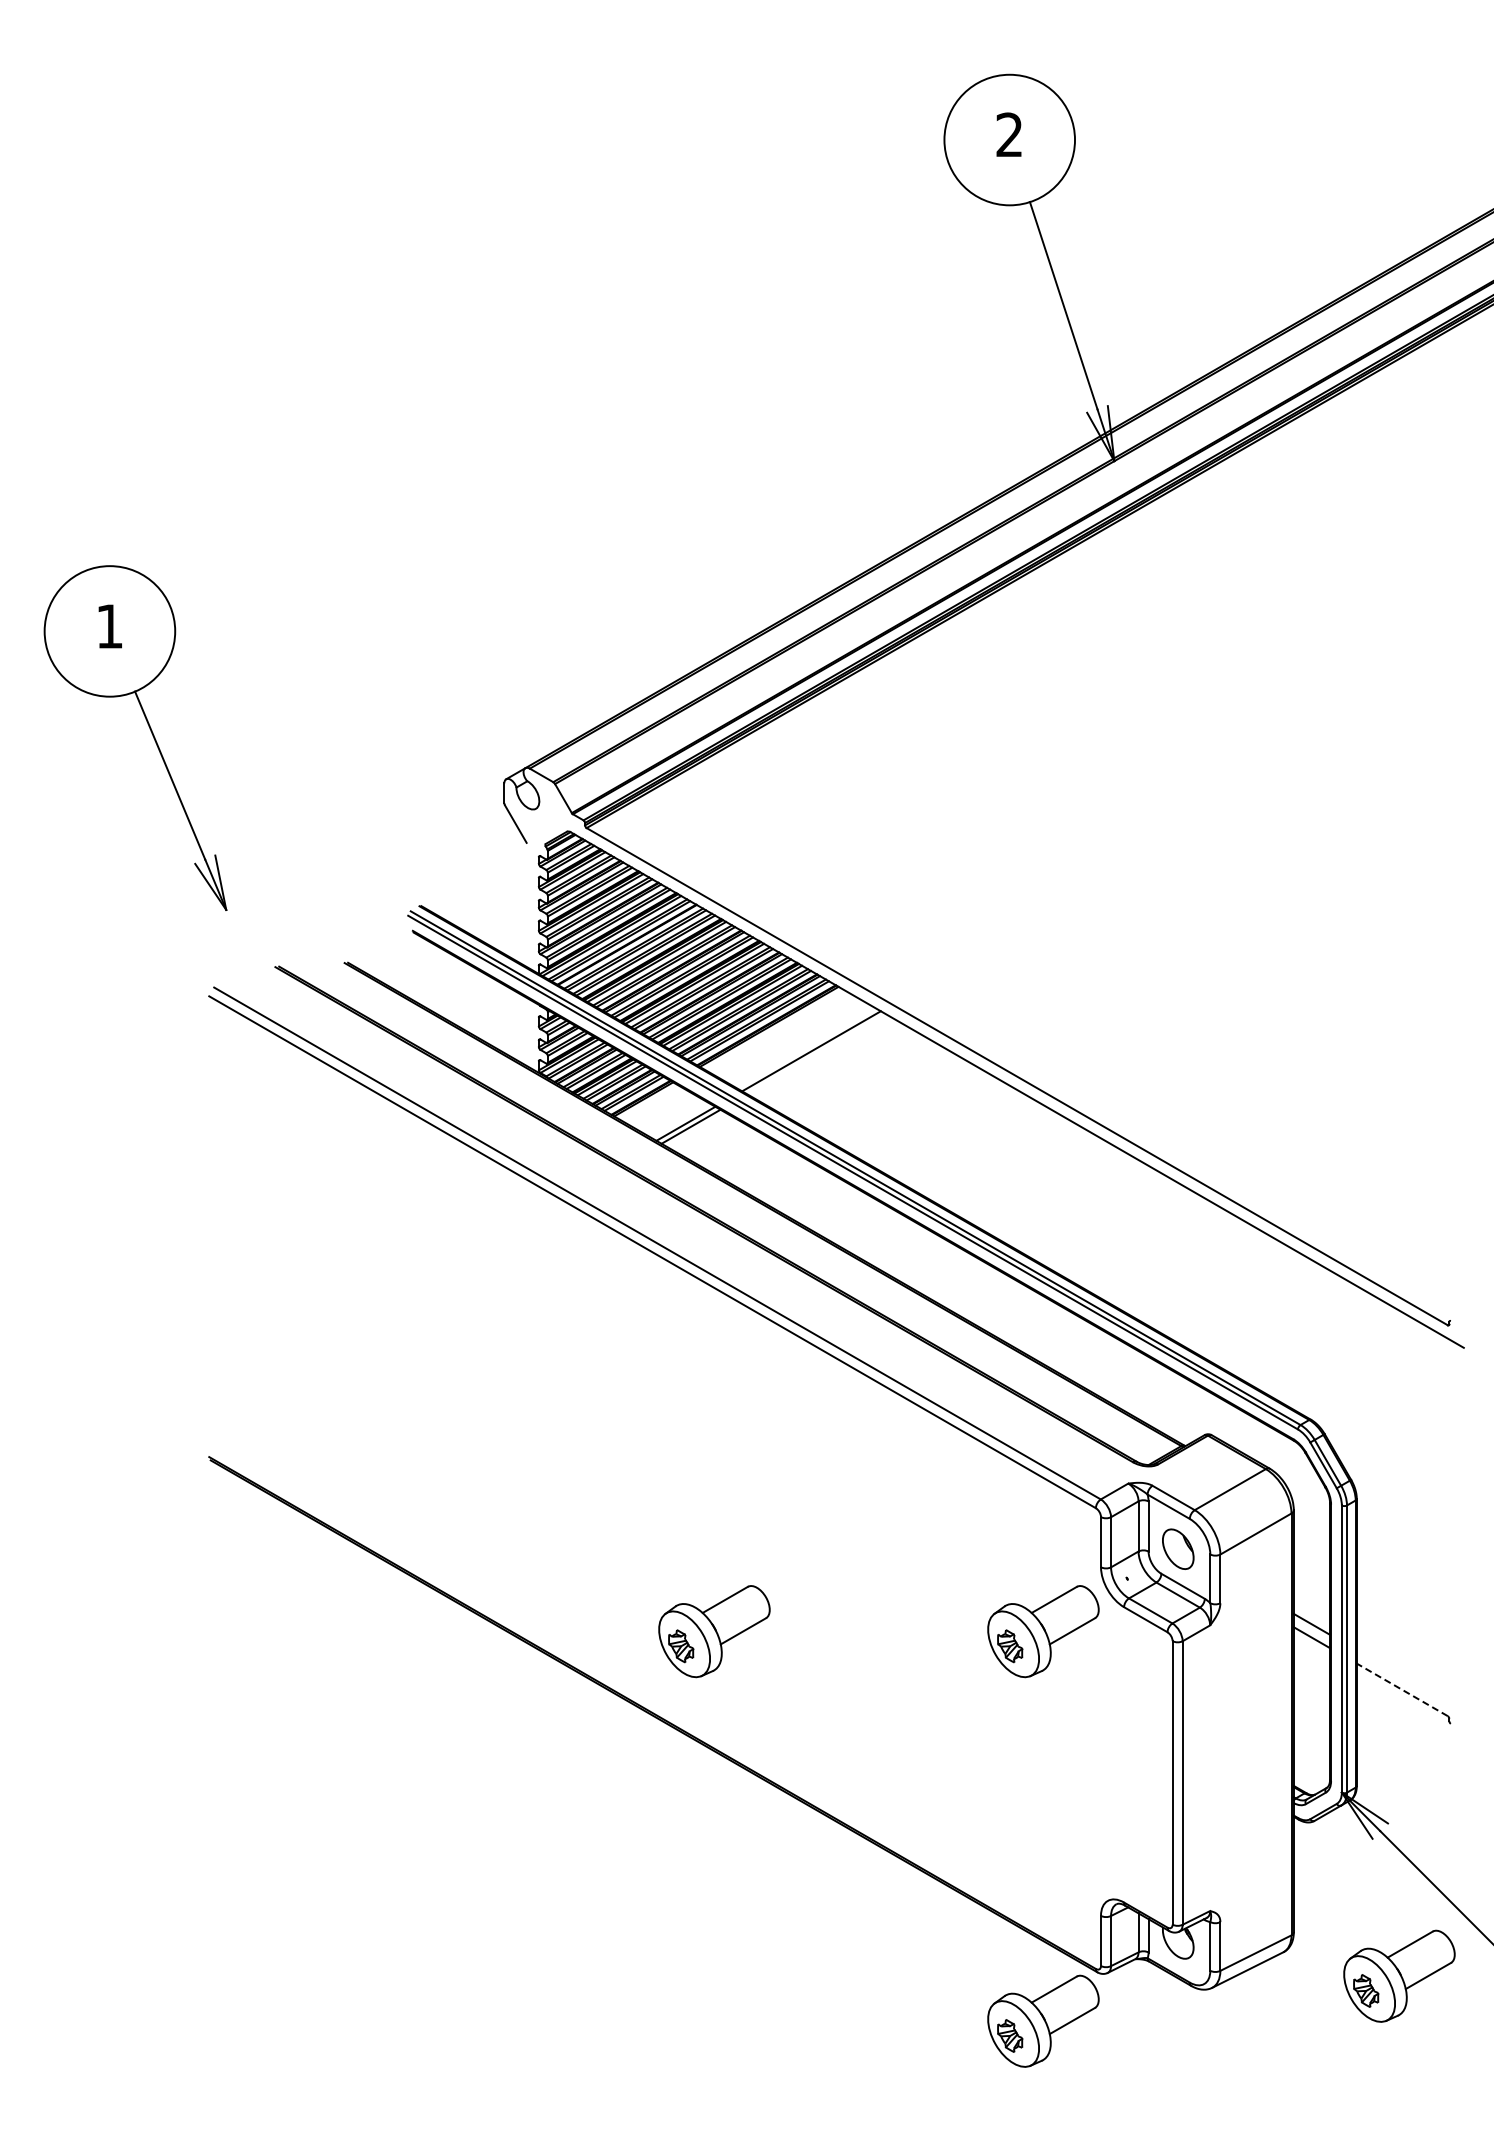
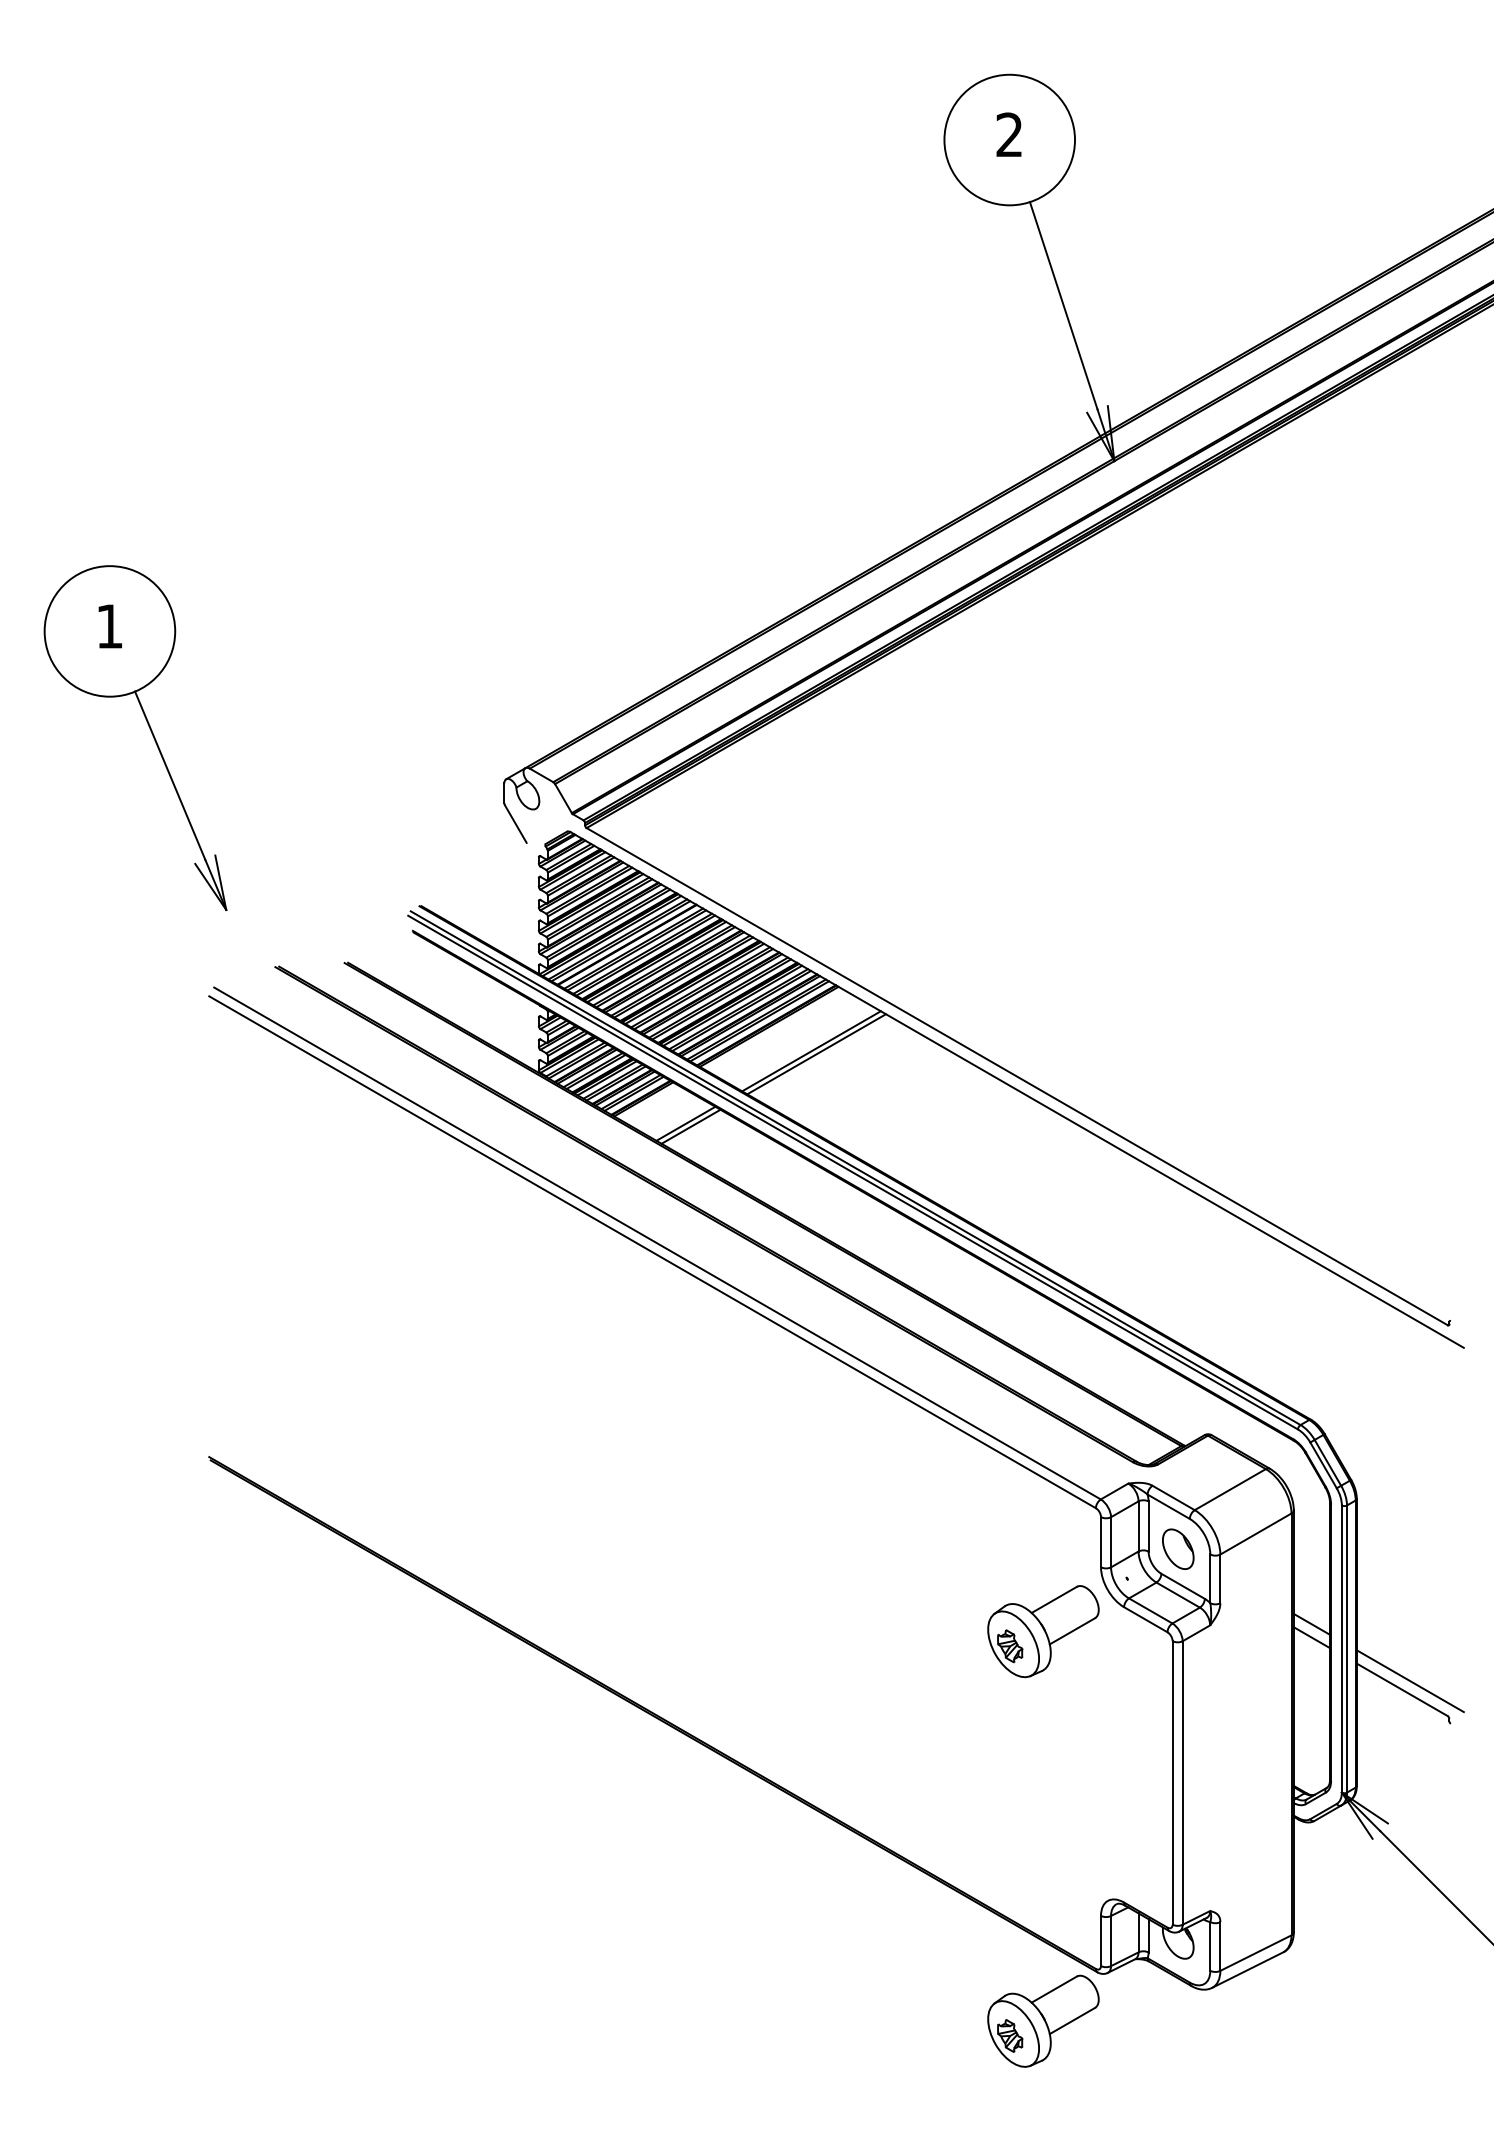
line at (816, 1054): none -> present
part at (714, 1631): present -> none
line at (1409, 1681): none -> present
line at (1402, 1689): dashed -> solid
part at (1399, 1975): present -> none
